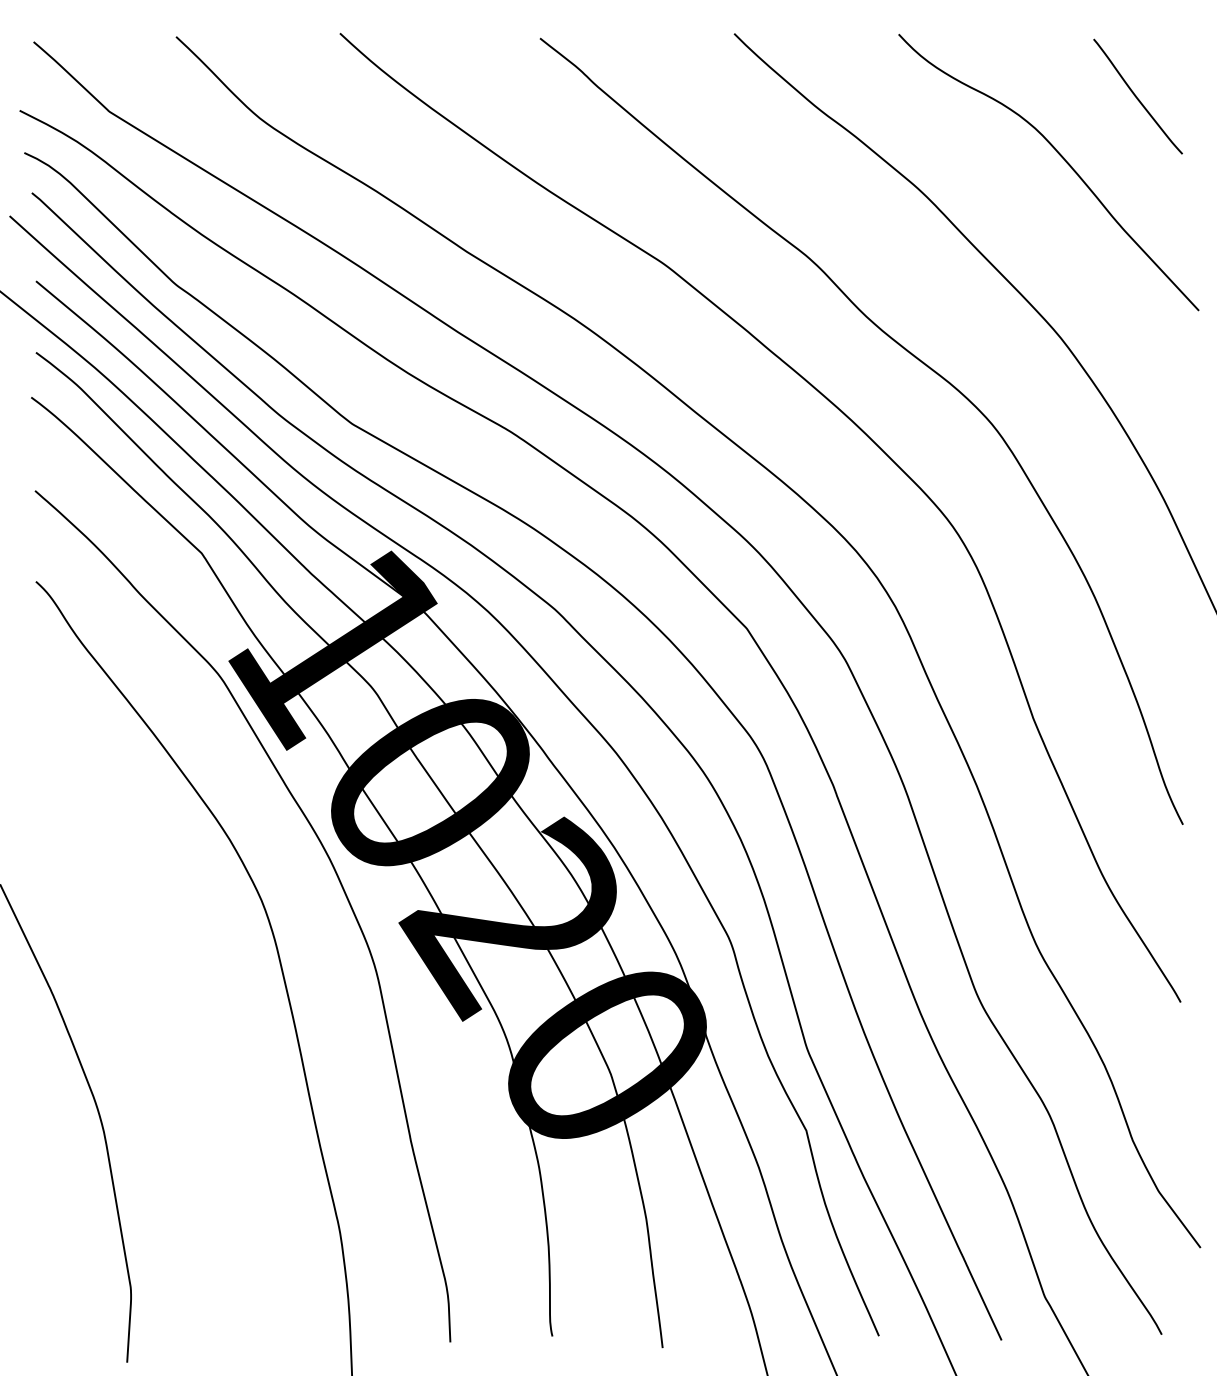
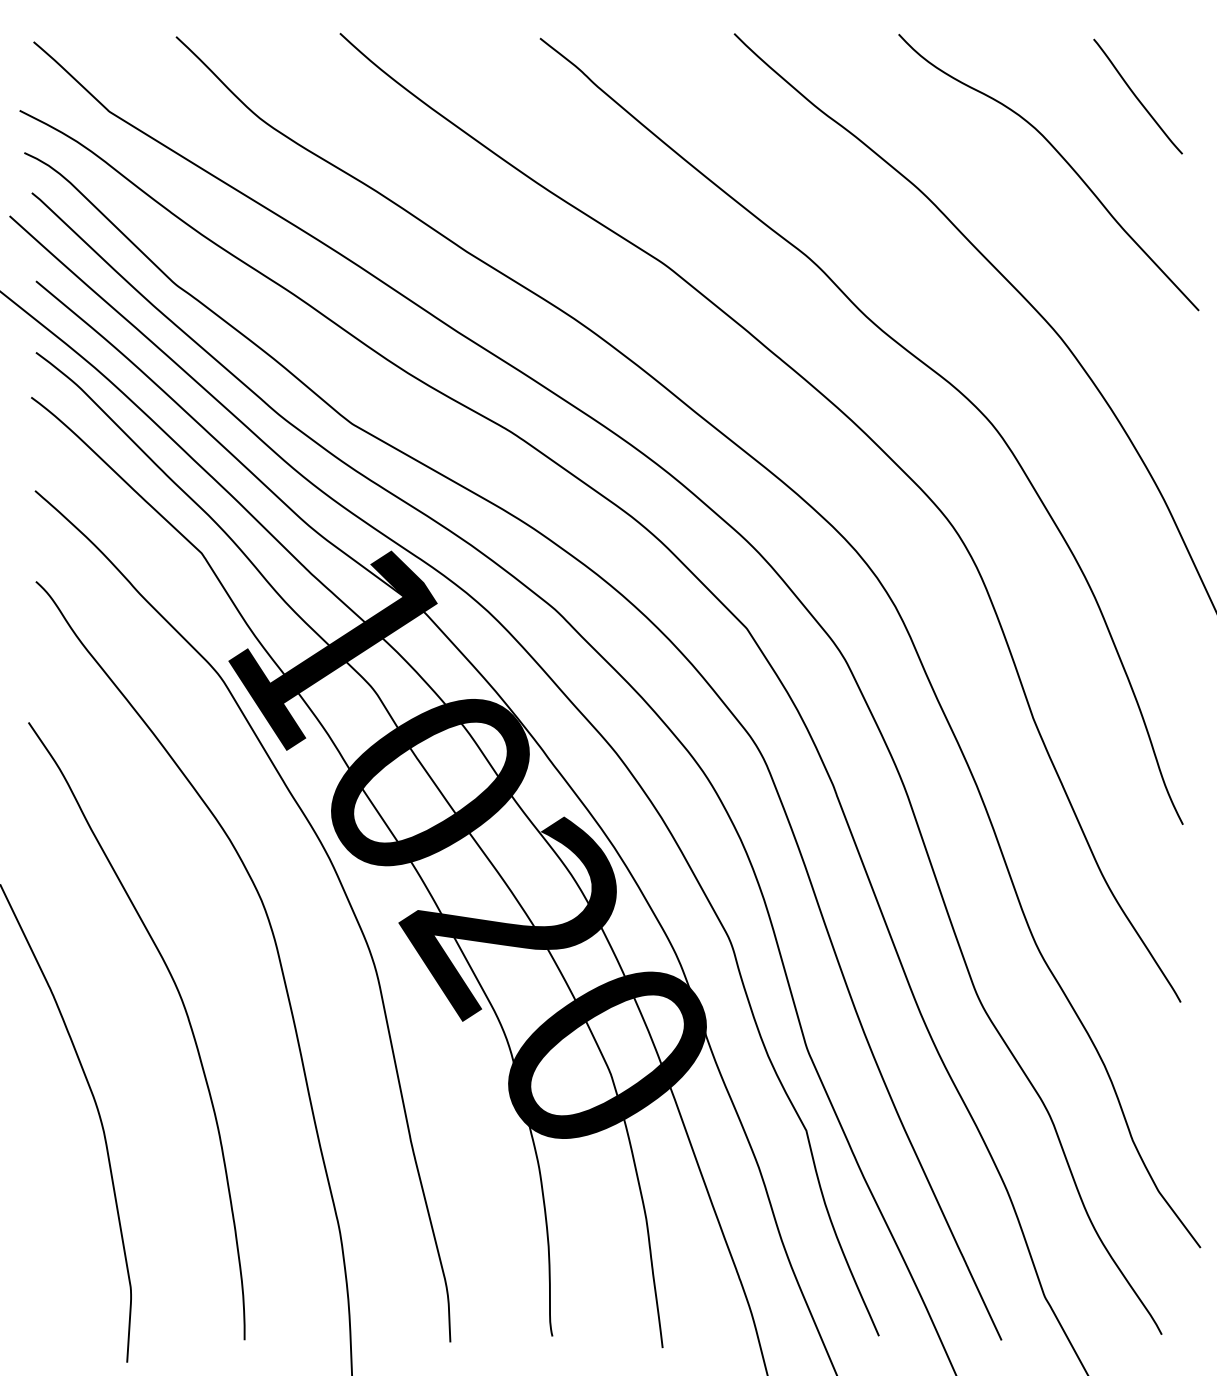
curve at (185, 1013): none -> present
